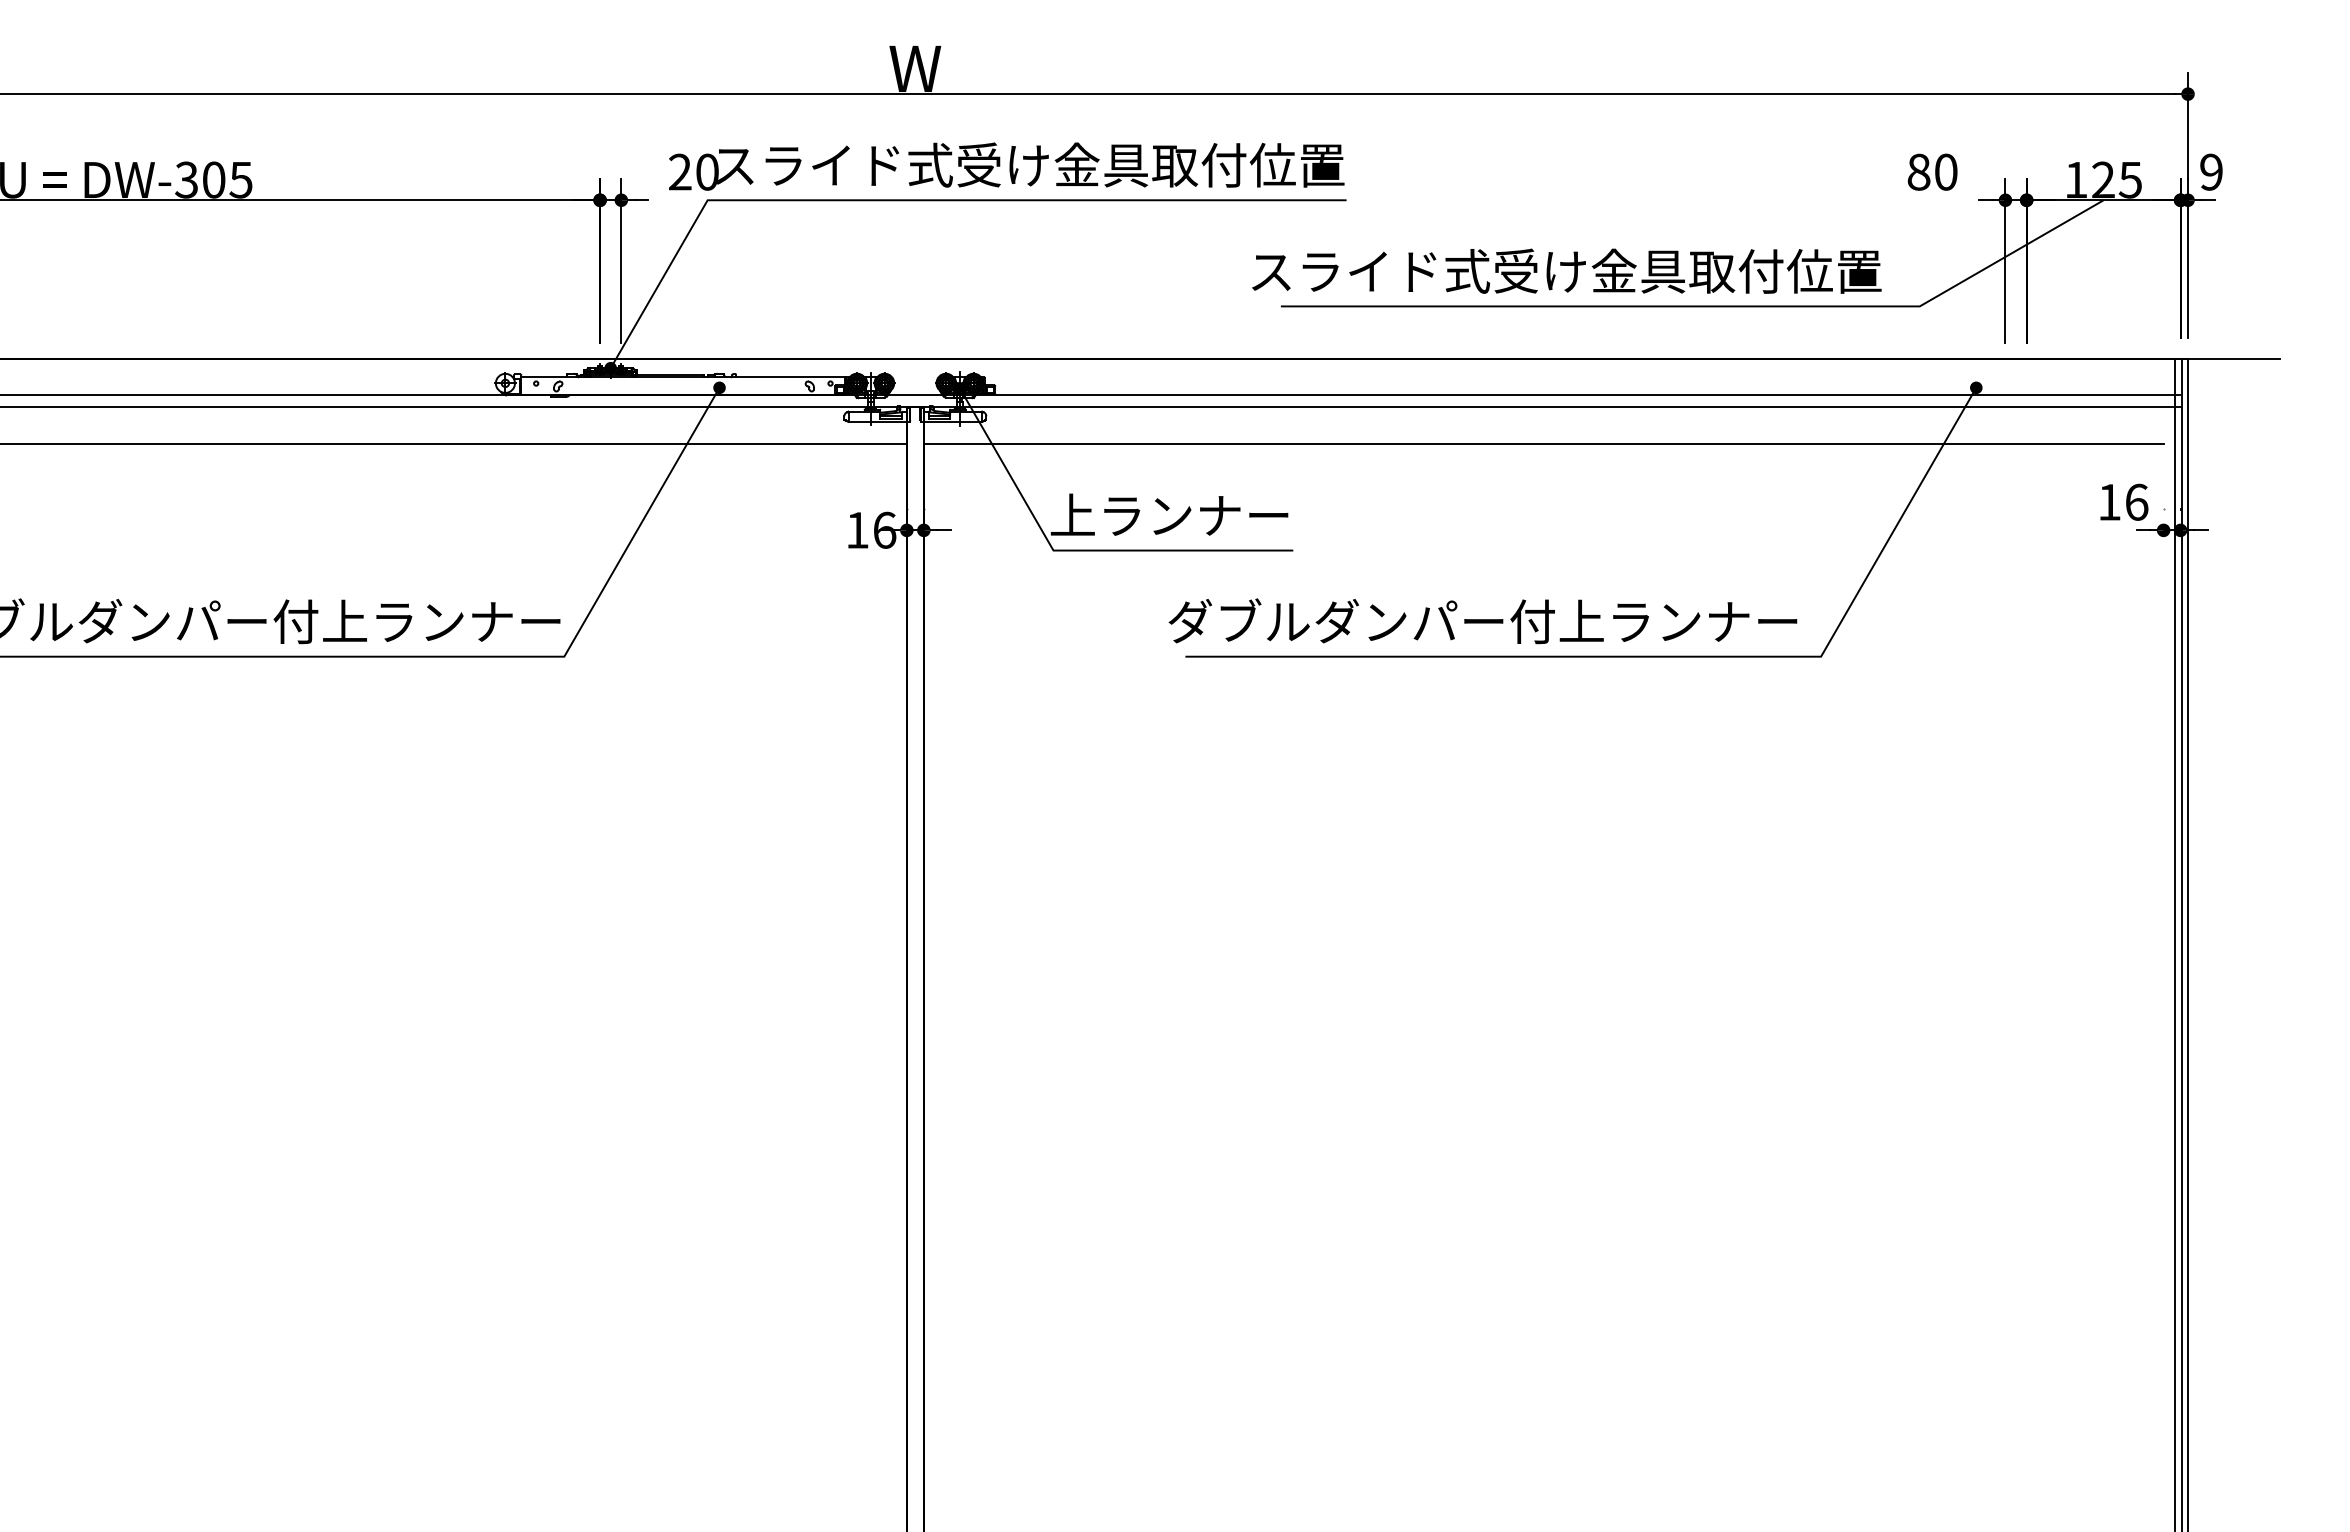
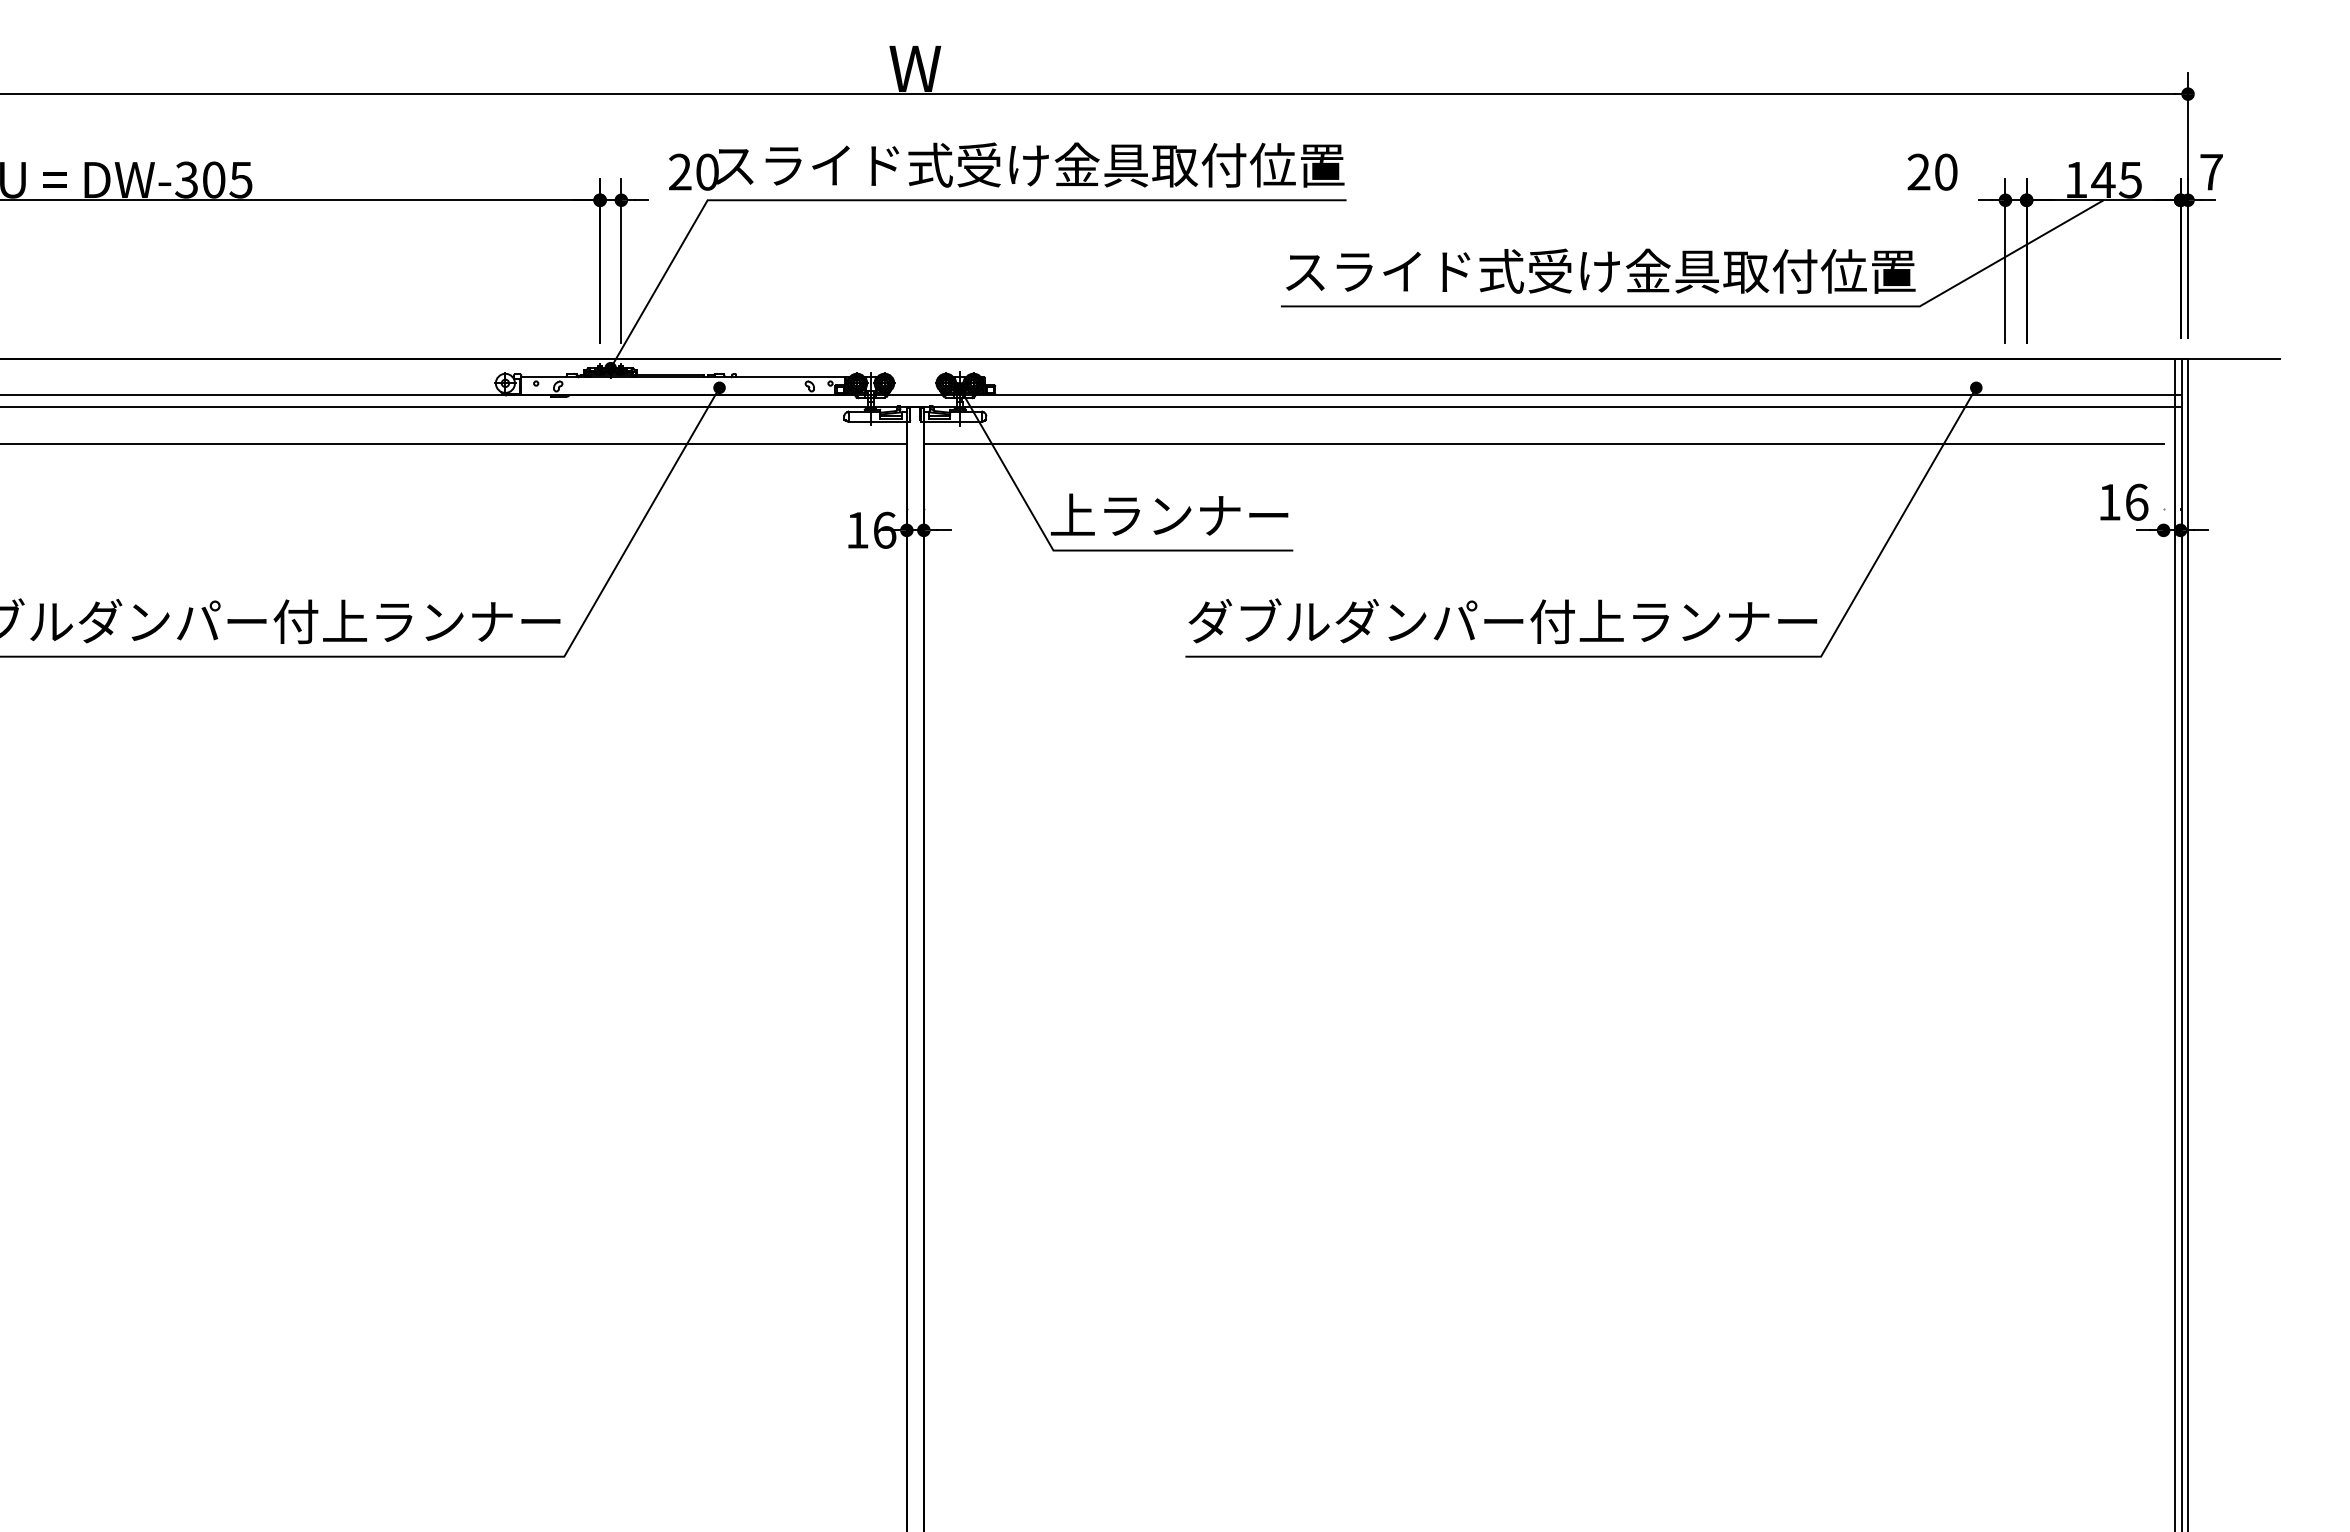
text at (1918, 171): 80 -> 20
text at (2211, 171): 9 -> 7
text at (2103, 179): 125 -> 145
text at (1566, 270) position: (1566, 270) -> (1600, 270)
text at (1482, 621) position: (1482, 621) -> (1502, 621)
